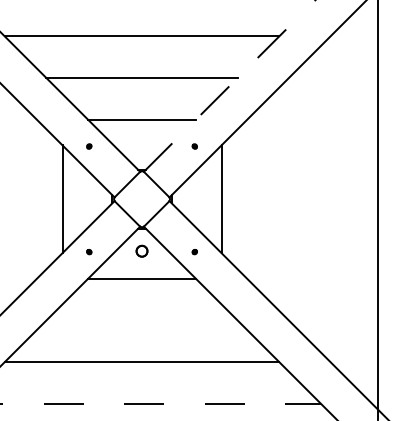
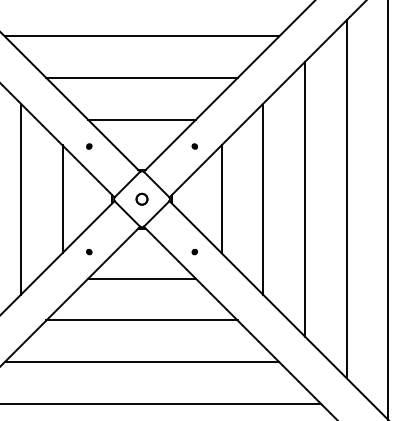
line at (229, 85): dashed -> solid
line at (20, 198): none -> present
line at (263, 198): none -> present
line at (305, 198): none -> present
line at (346, 199): none -> present
line at (378, 209) position: (378, 209) -> (388, 209)
part at (141, 250) position: (141, 250) -> (141, 198)
line at (141, 320): none -> present
line at (161, 403): dashed -> solid
